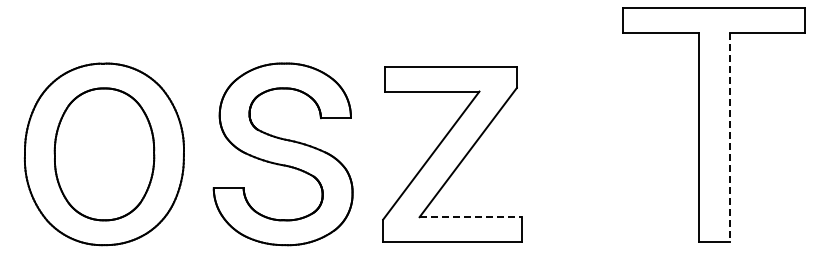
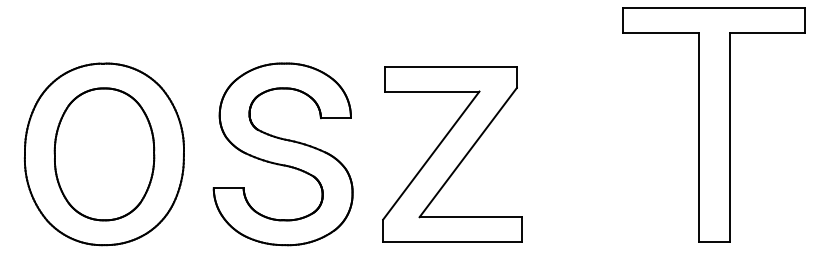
line at (729, 137): dashed -> solid
line at (471, 217): dashed -> solid
